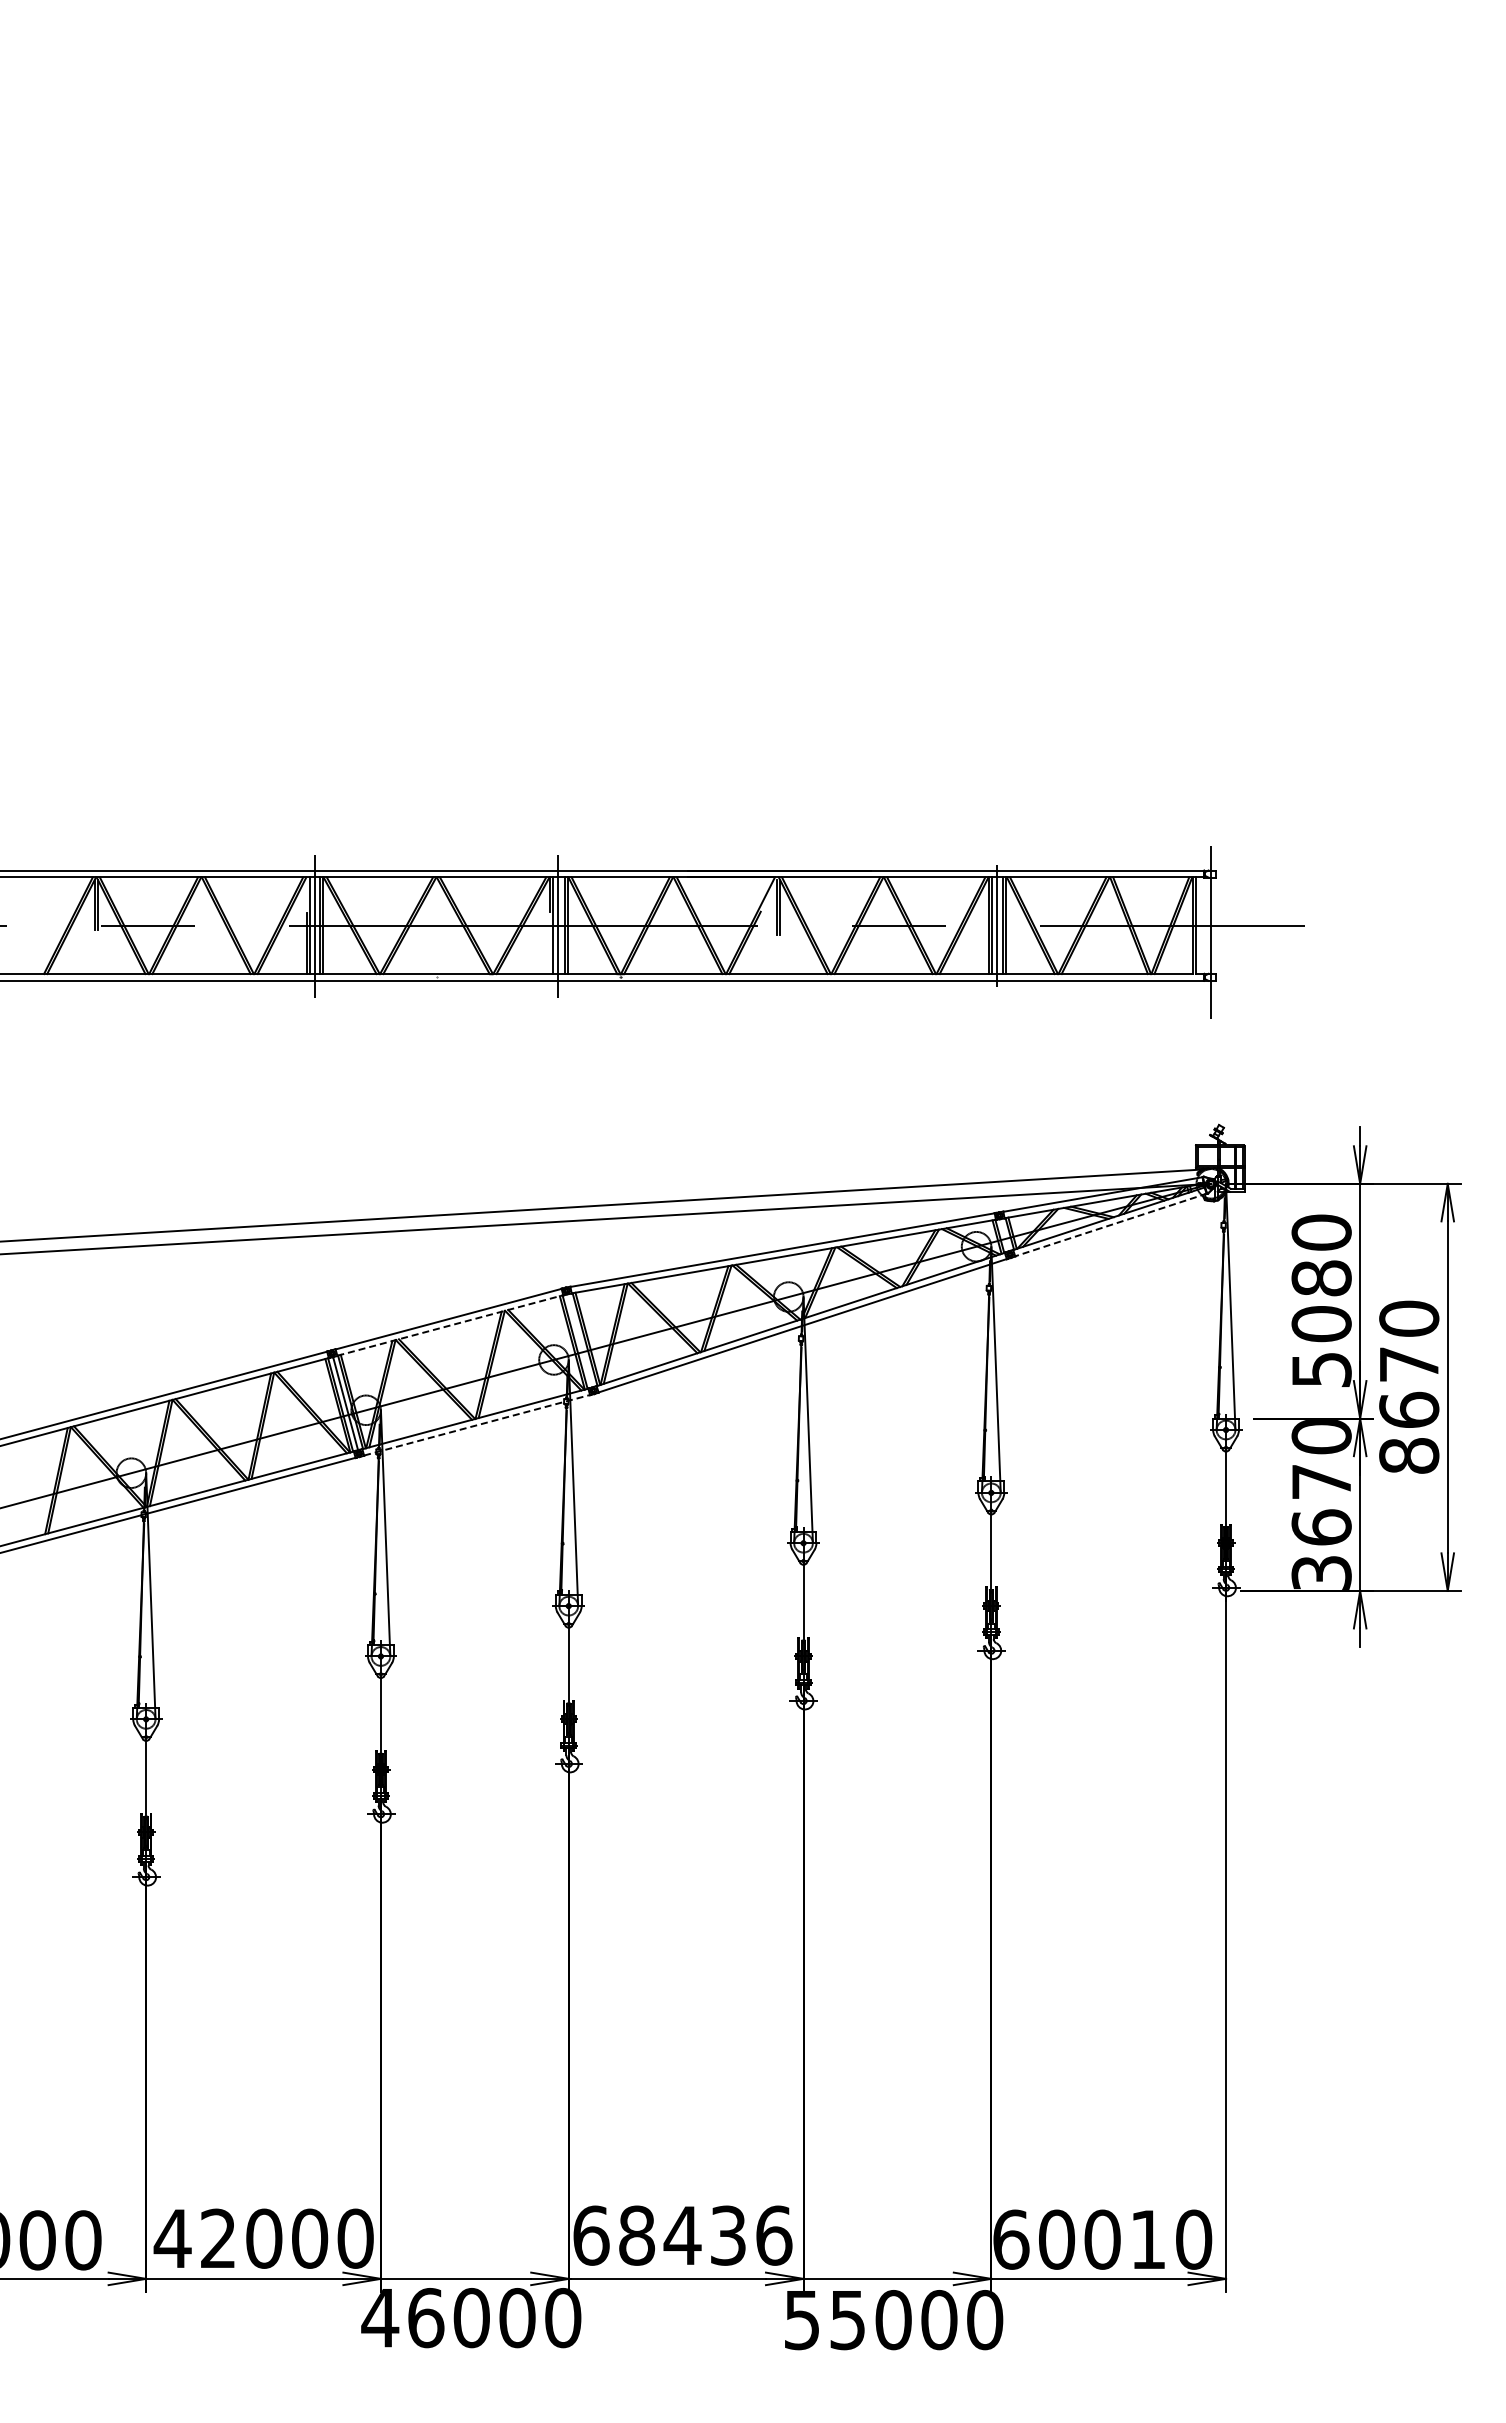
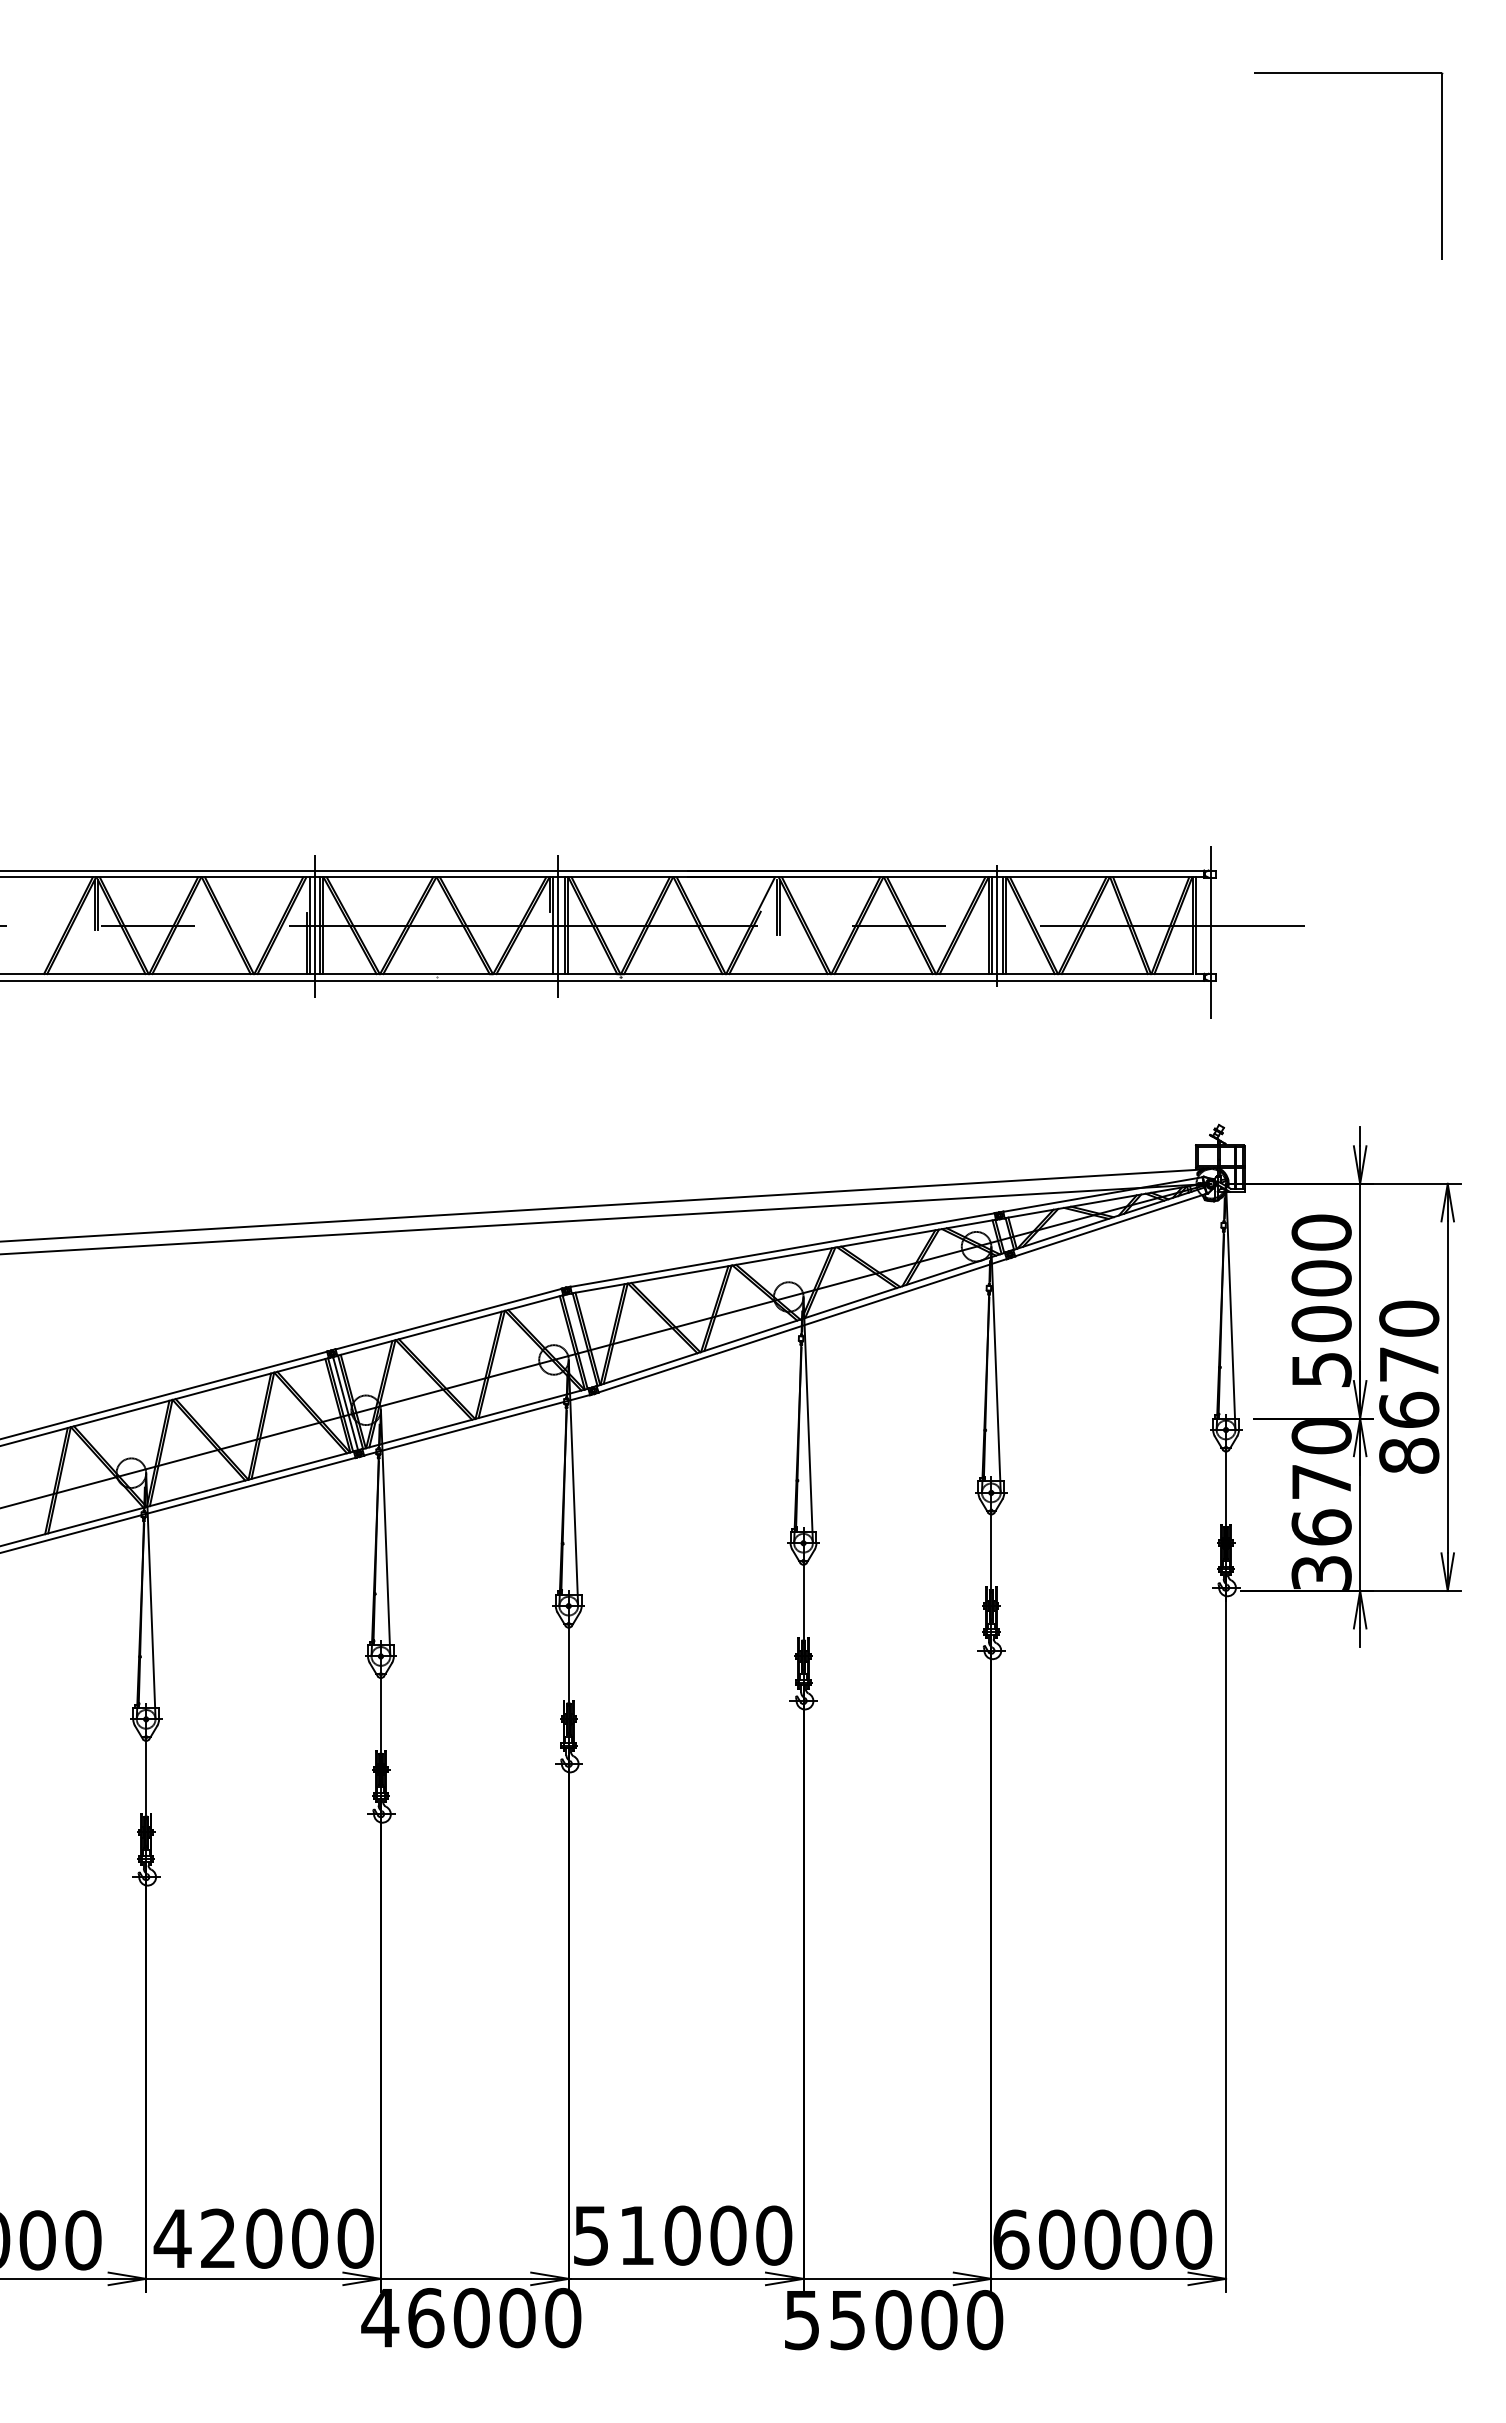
part at (1348, 73): none -> present
line at (1111, 1224): dashed -> solid
text at (1321, 1278): 5080 -> 5000
line at (450, 1325): dashed -> solid
line at (477, 1425): dashed -> solid
text at (682, 2235): 68436 -> 51000
text at (1148, 2239): 60010 -> 60000
